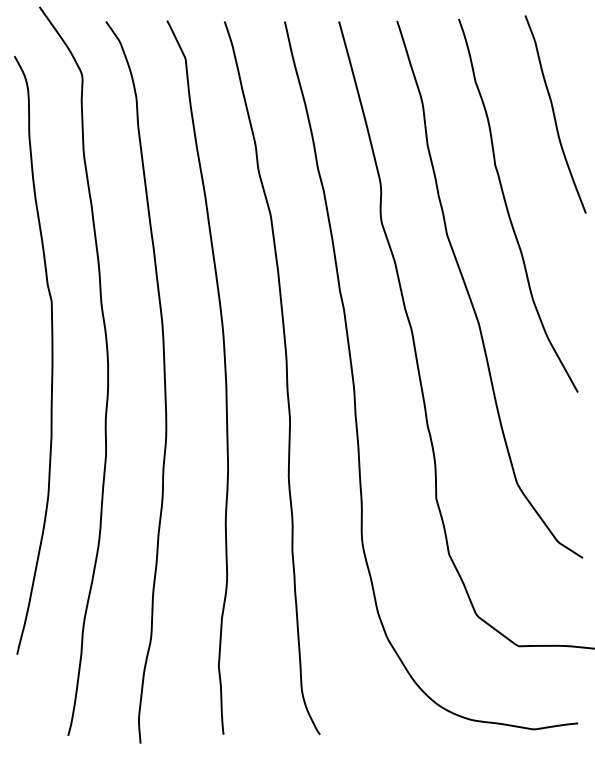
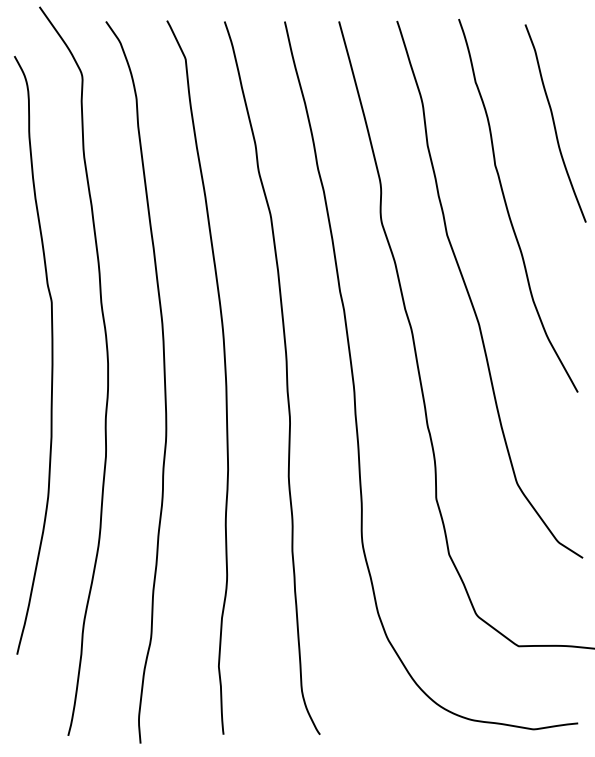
curve at (554, 114) position: (554, 114) -> (554, 123)
